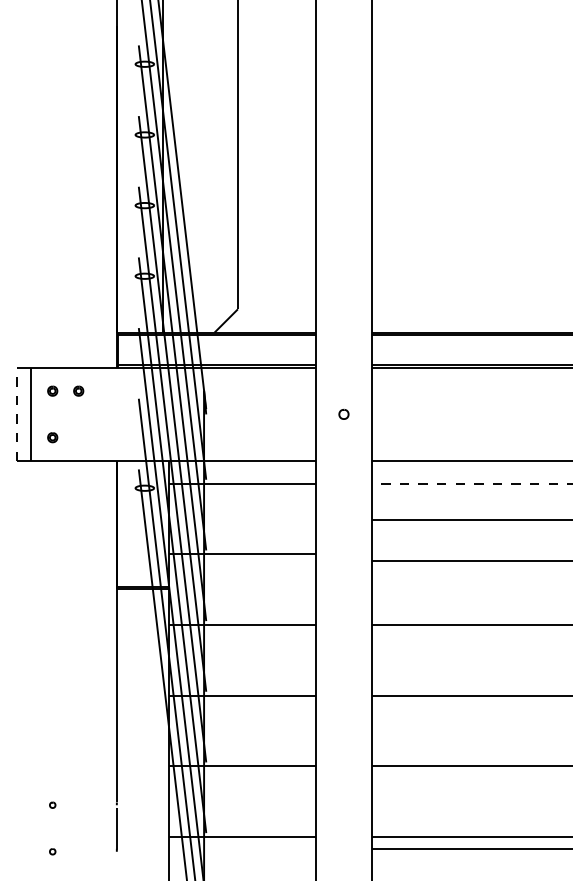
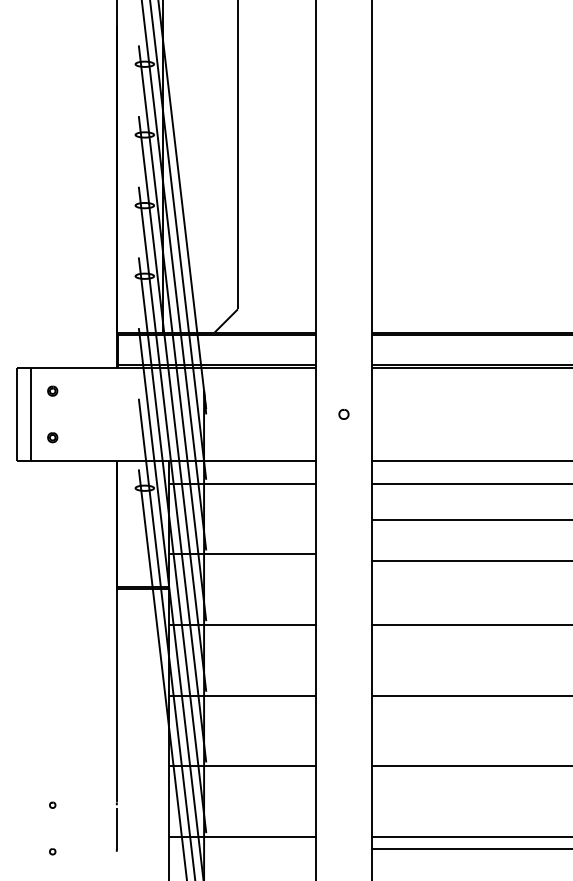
part at (78, 390): present -> none
line at (17, 414): dashed -> solid
line at (471, 483): dashed -> solid
